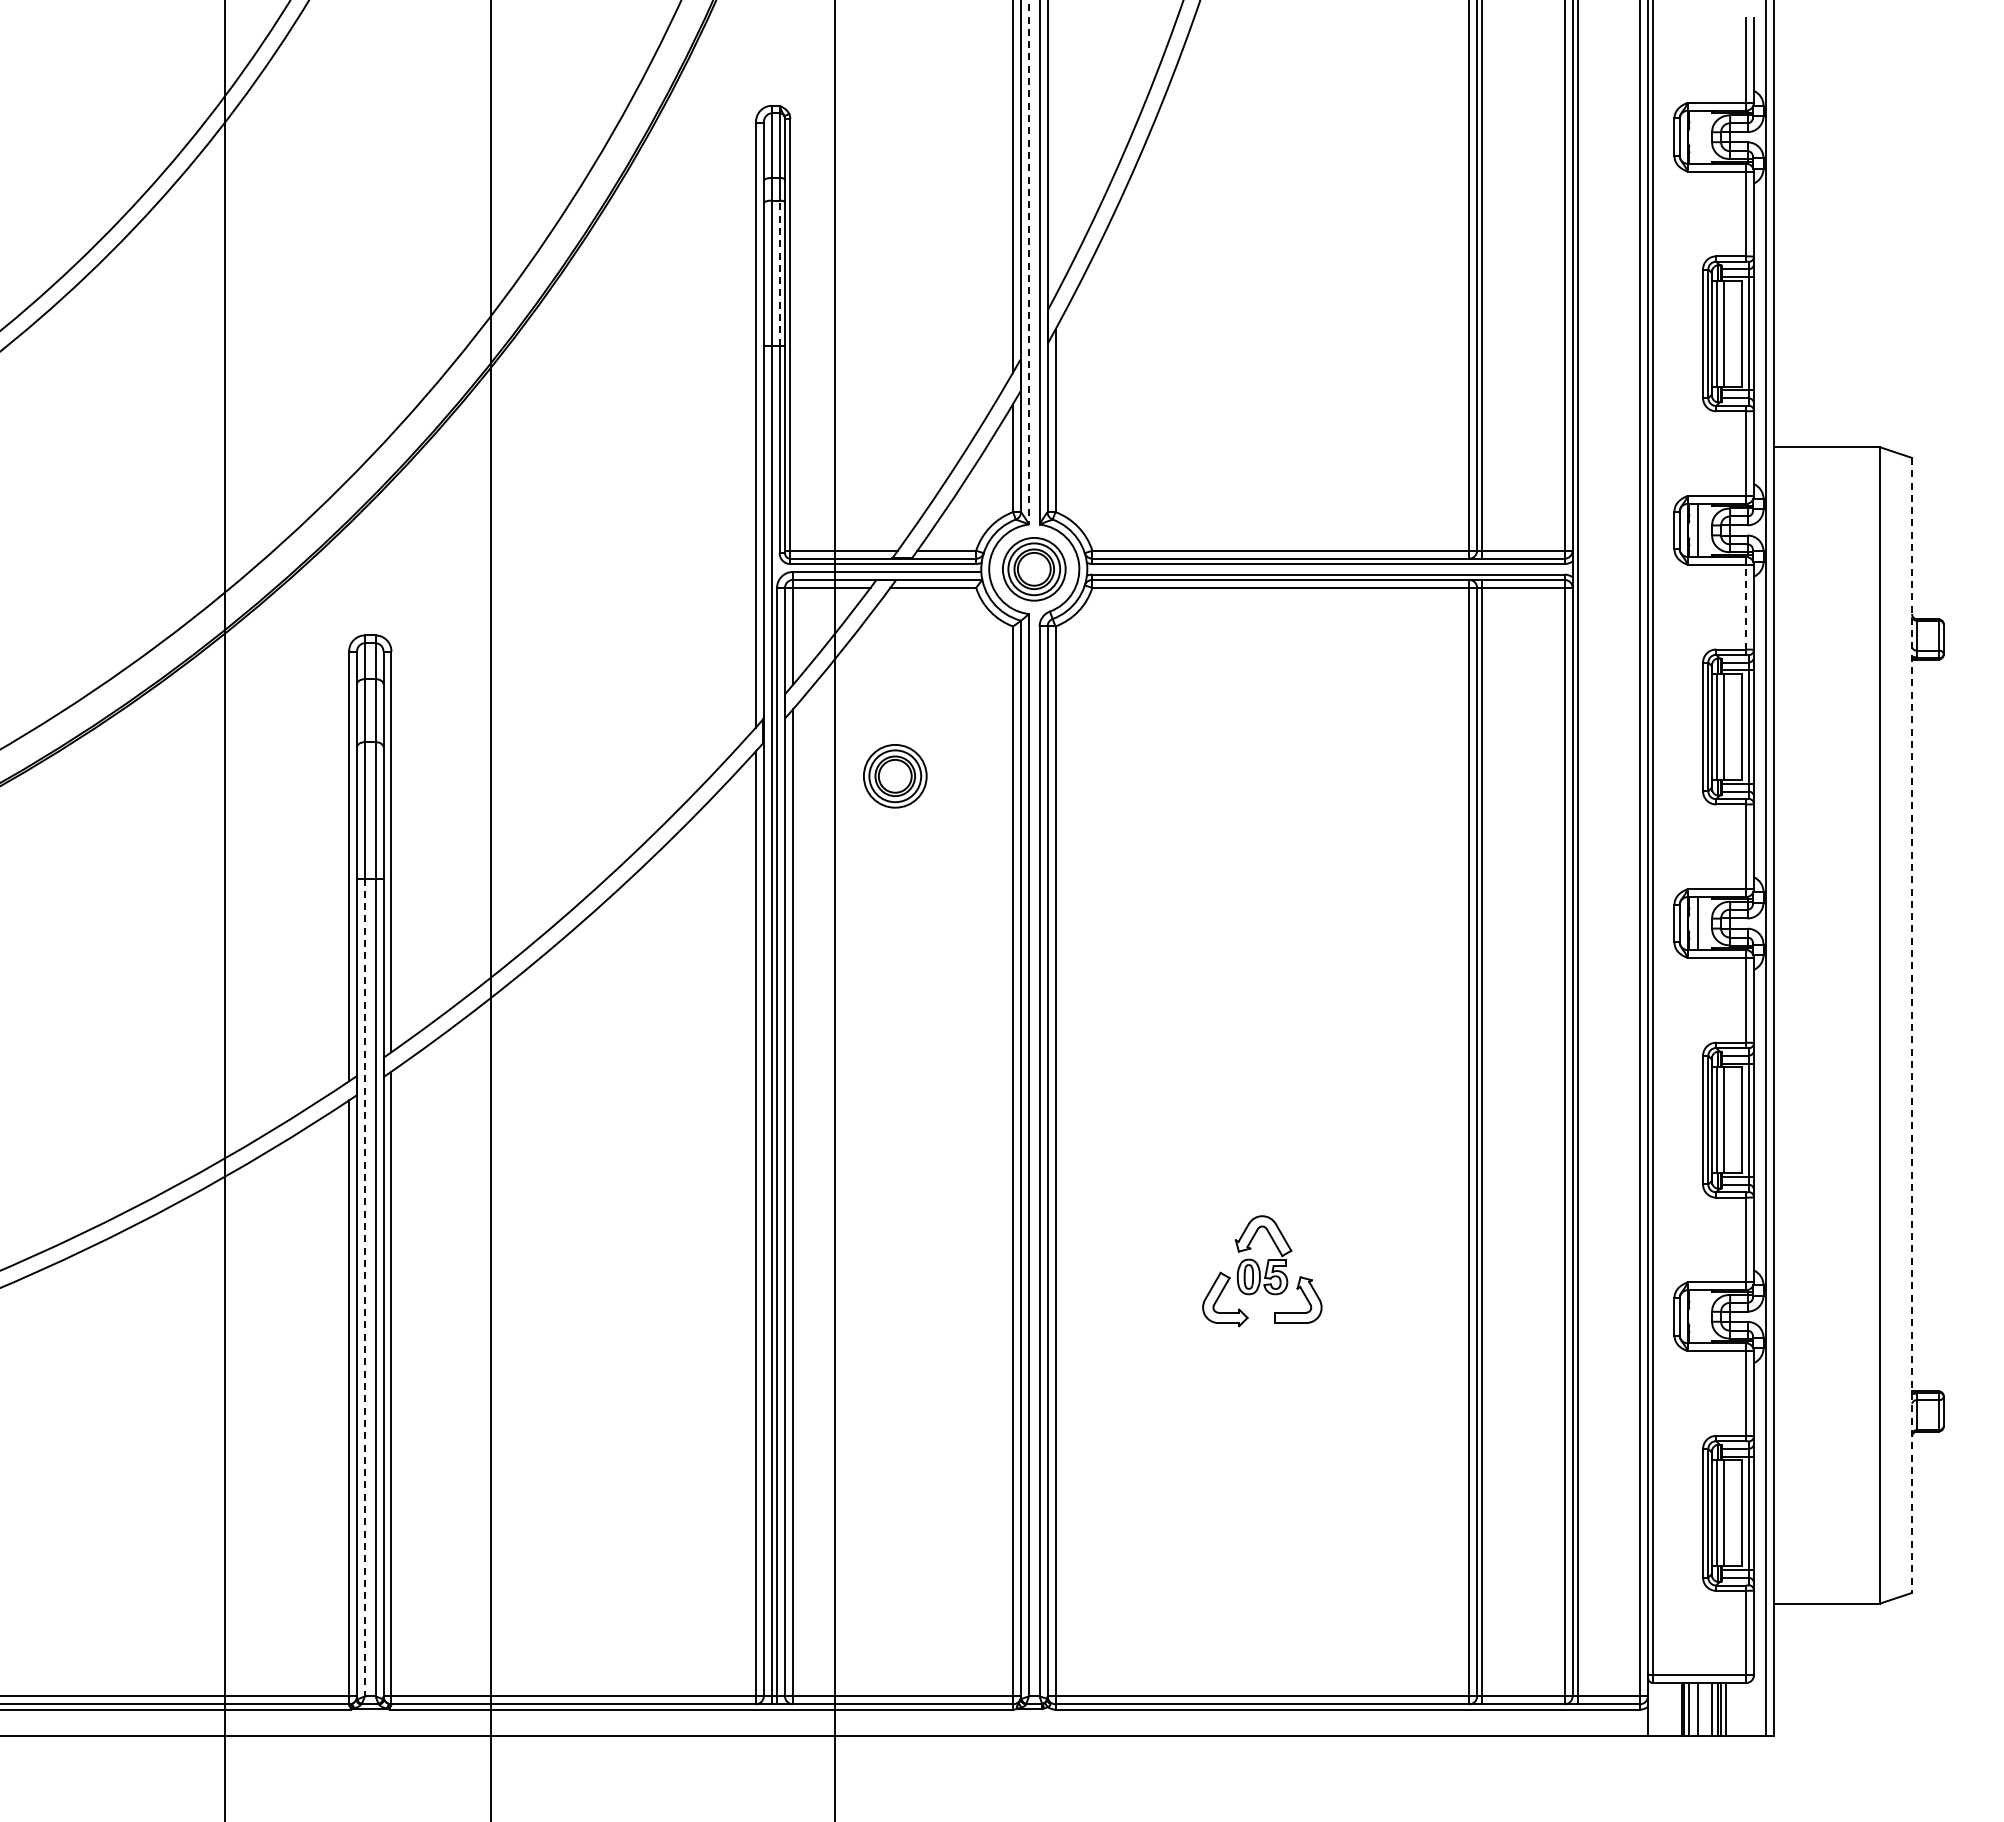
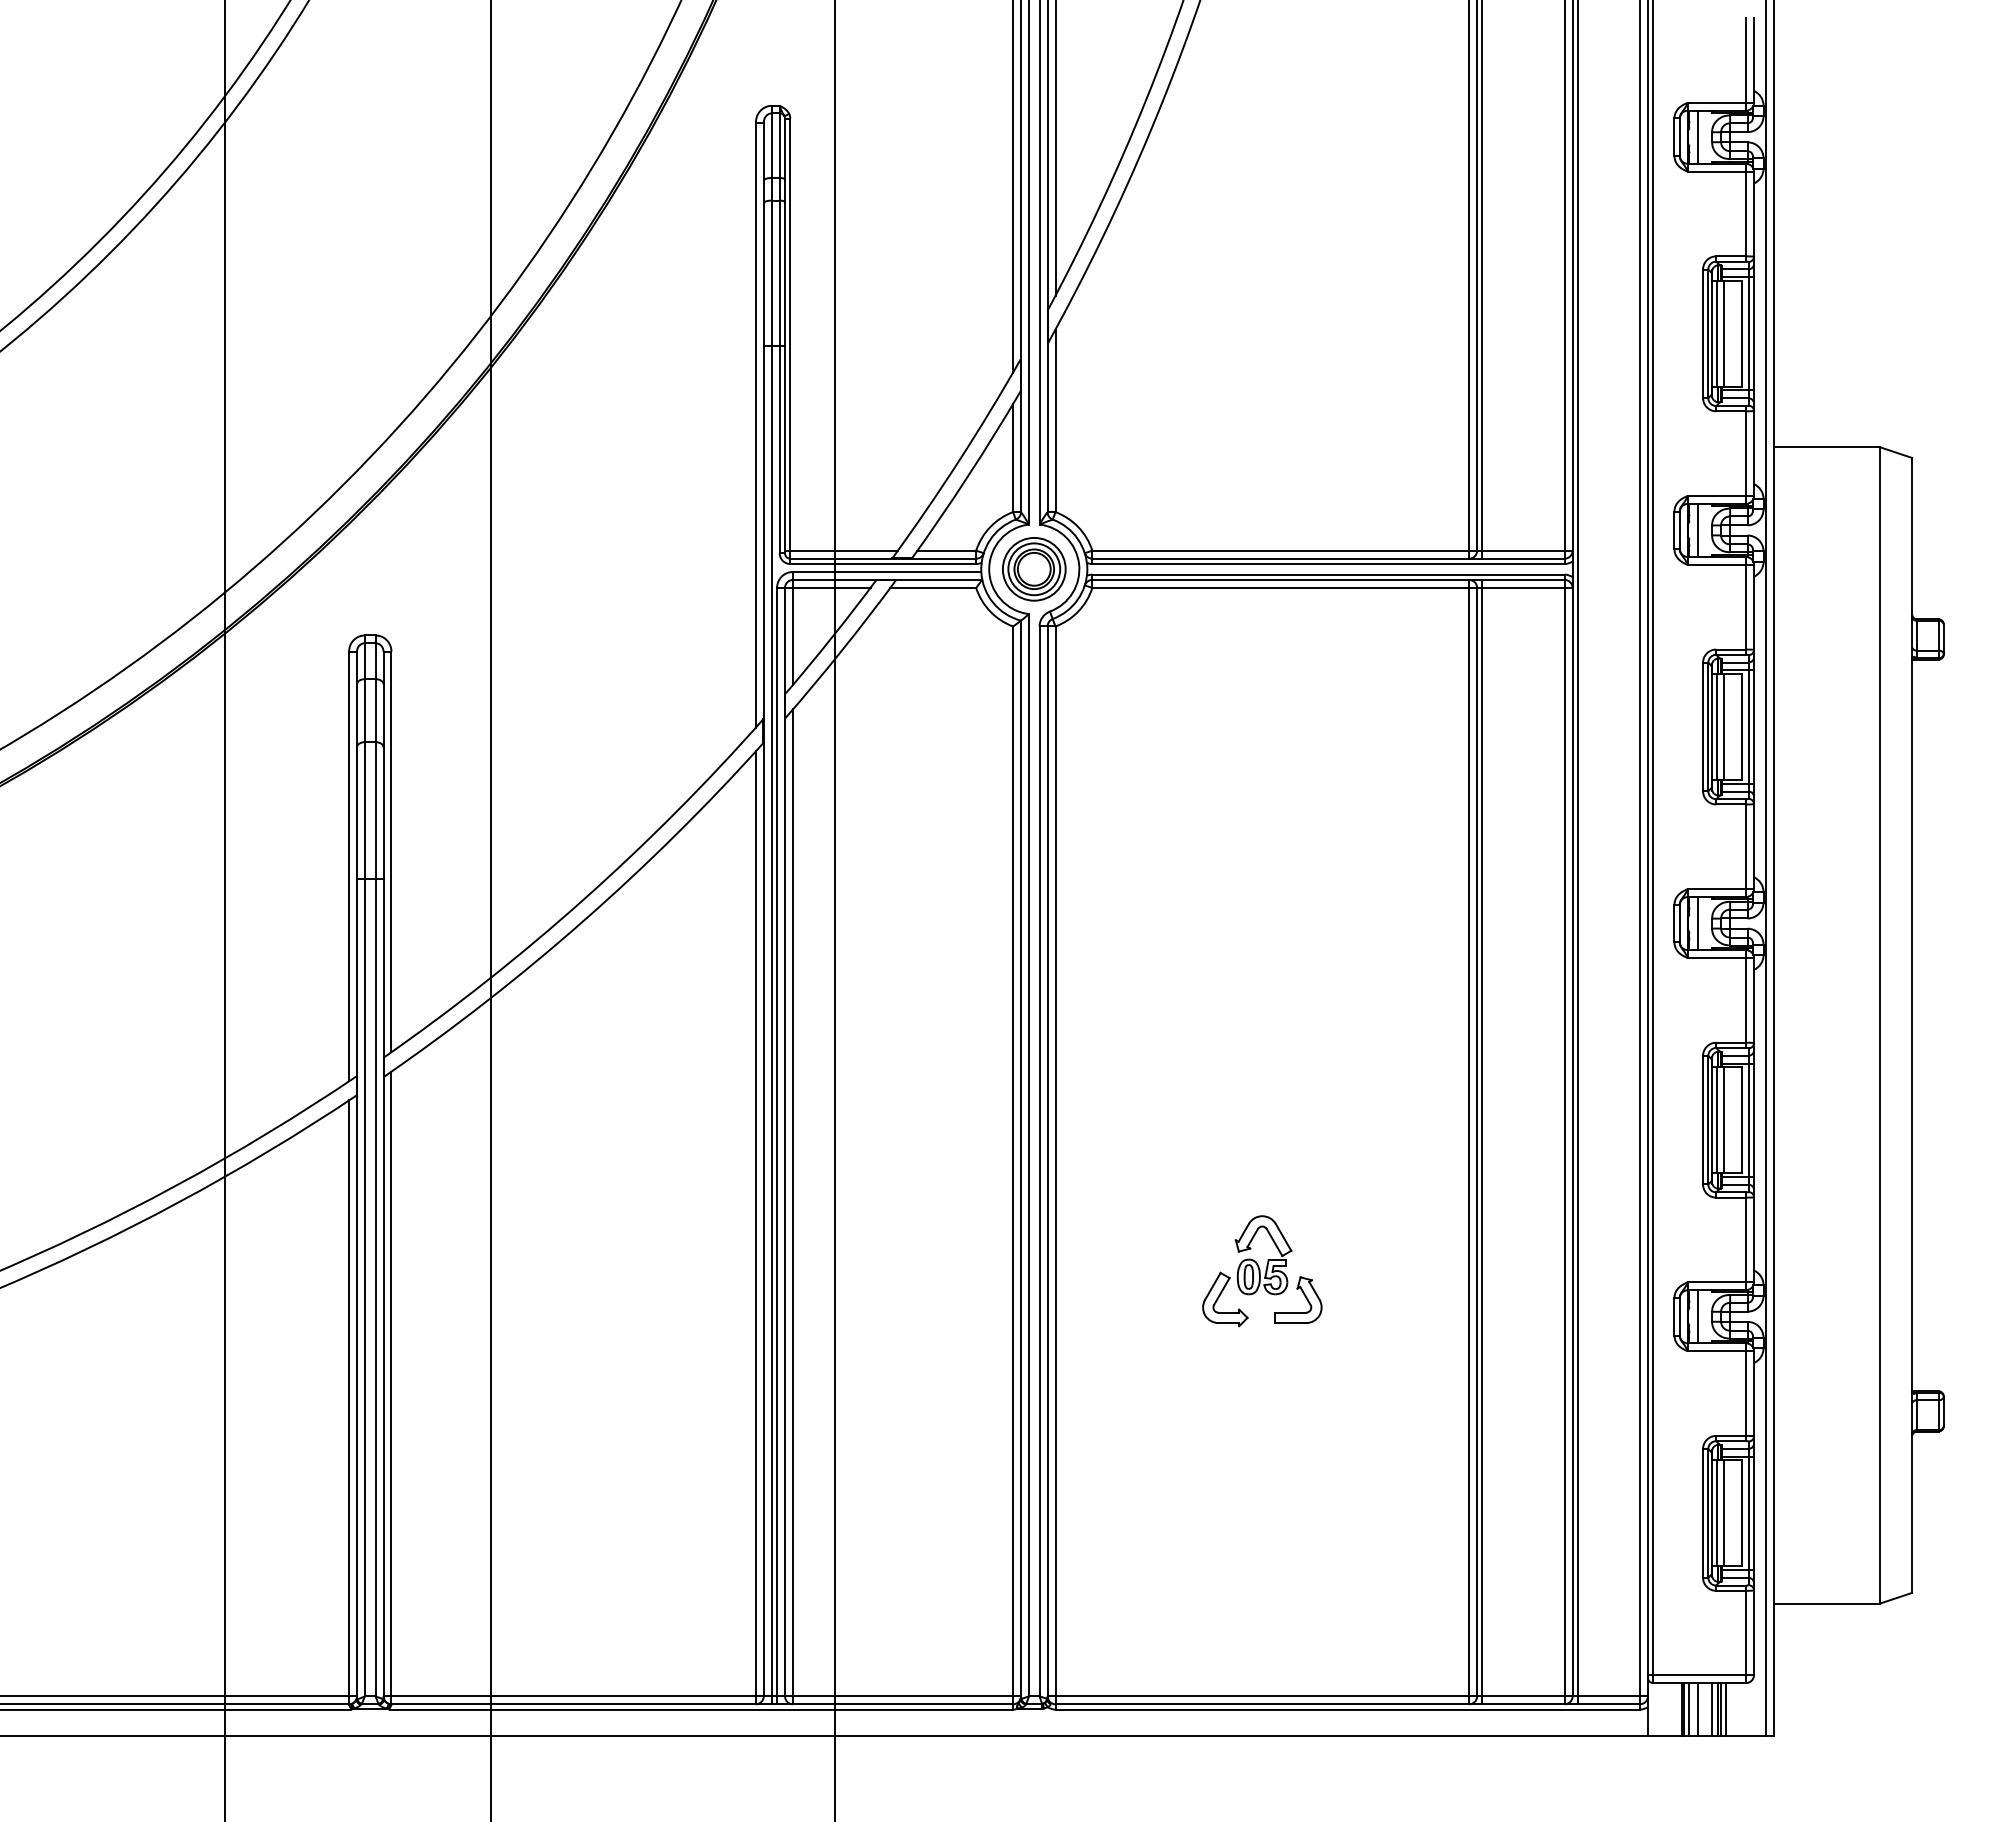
line at (1698, 136): none -> present
line at (1055, 148): none -> present
line at (1028, 262): dashed -> solid
line at (779, 273): dashed -> solid
line at (1746, 606): dashed -> solid
part at (895, 776): present -> none
line at (1912, 1025): dashed -> solid
line at (364, 1287): dashed -> solid
line at (1698, 1316): none -> present
